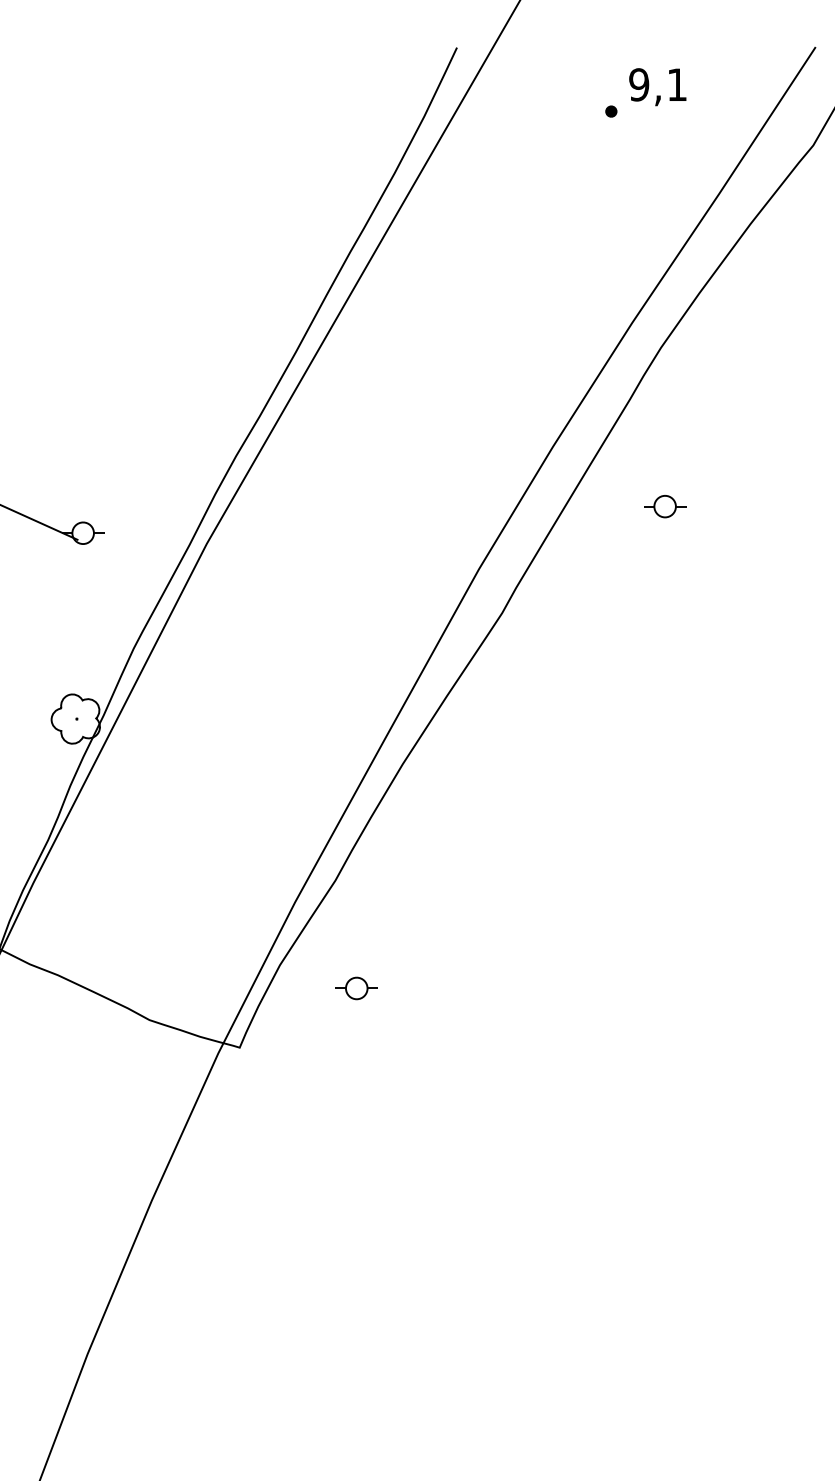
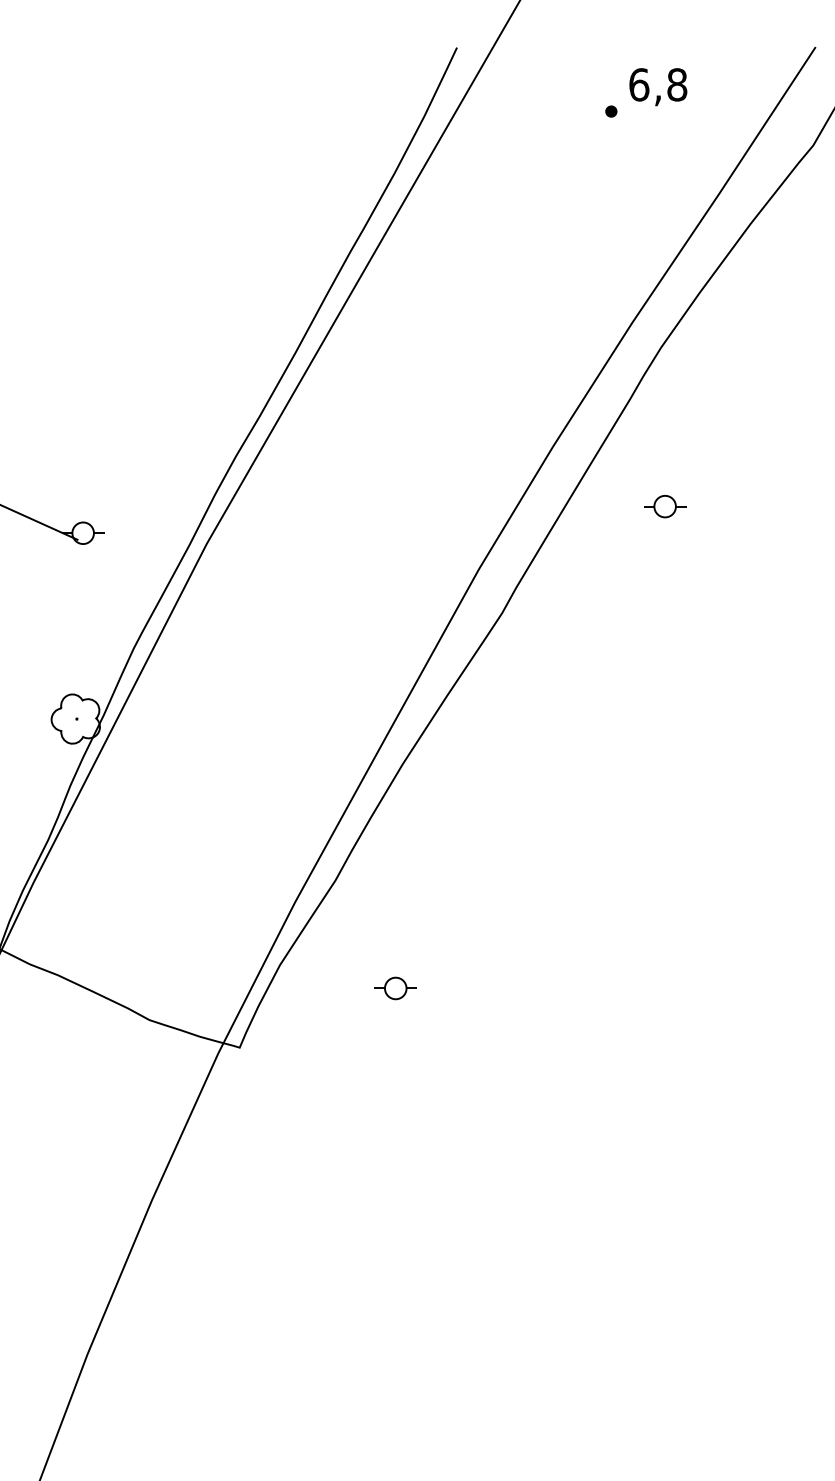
text at (658, 84): 9,1 -> 6,8
part at (356, 988) position: (356, 988) -> (395, 988)
